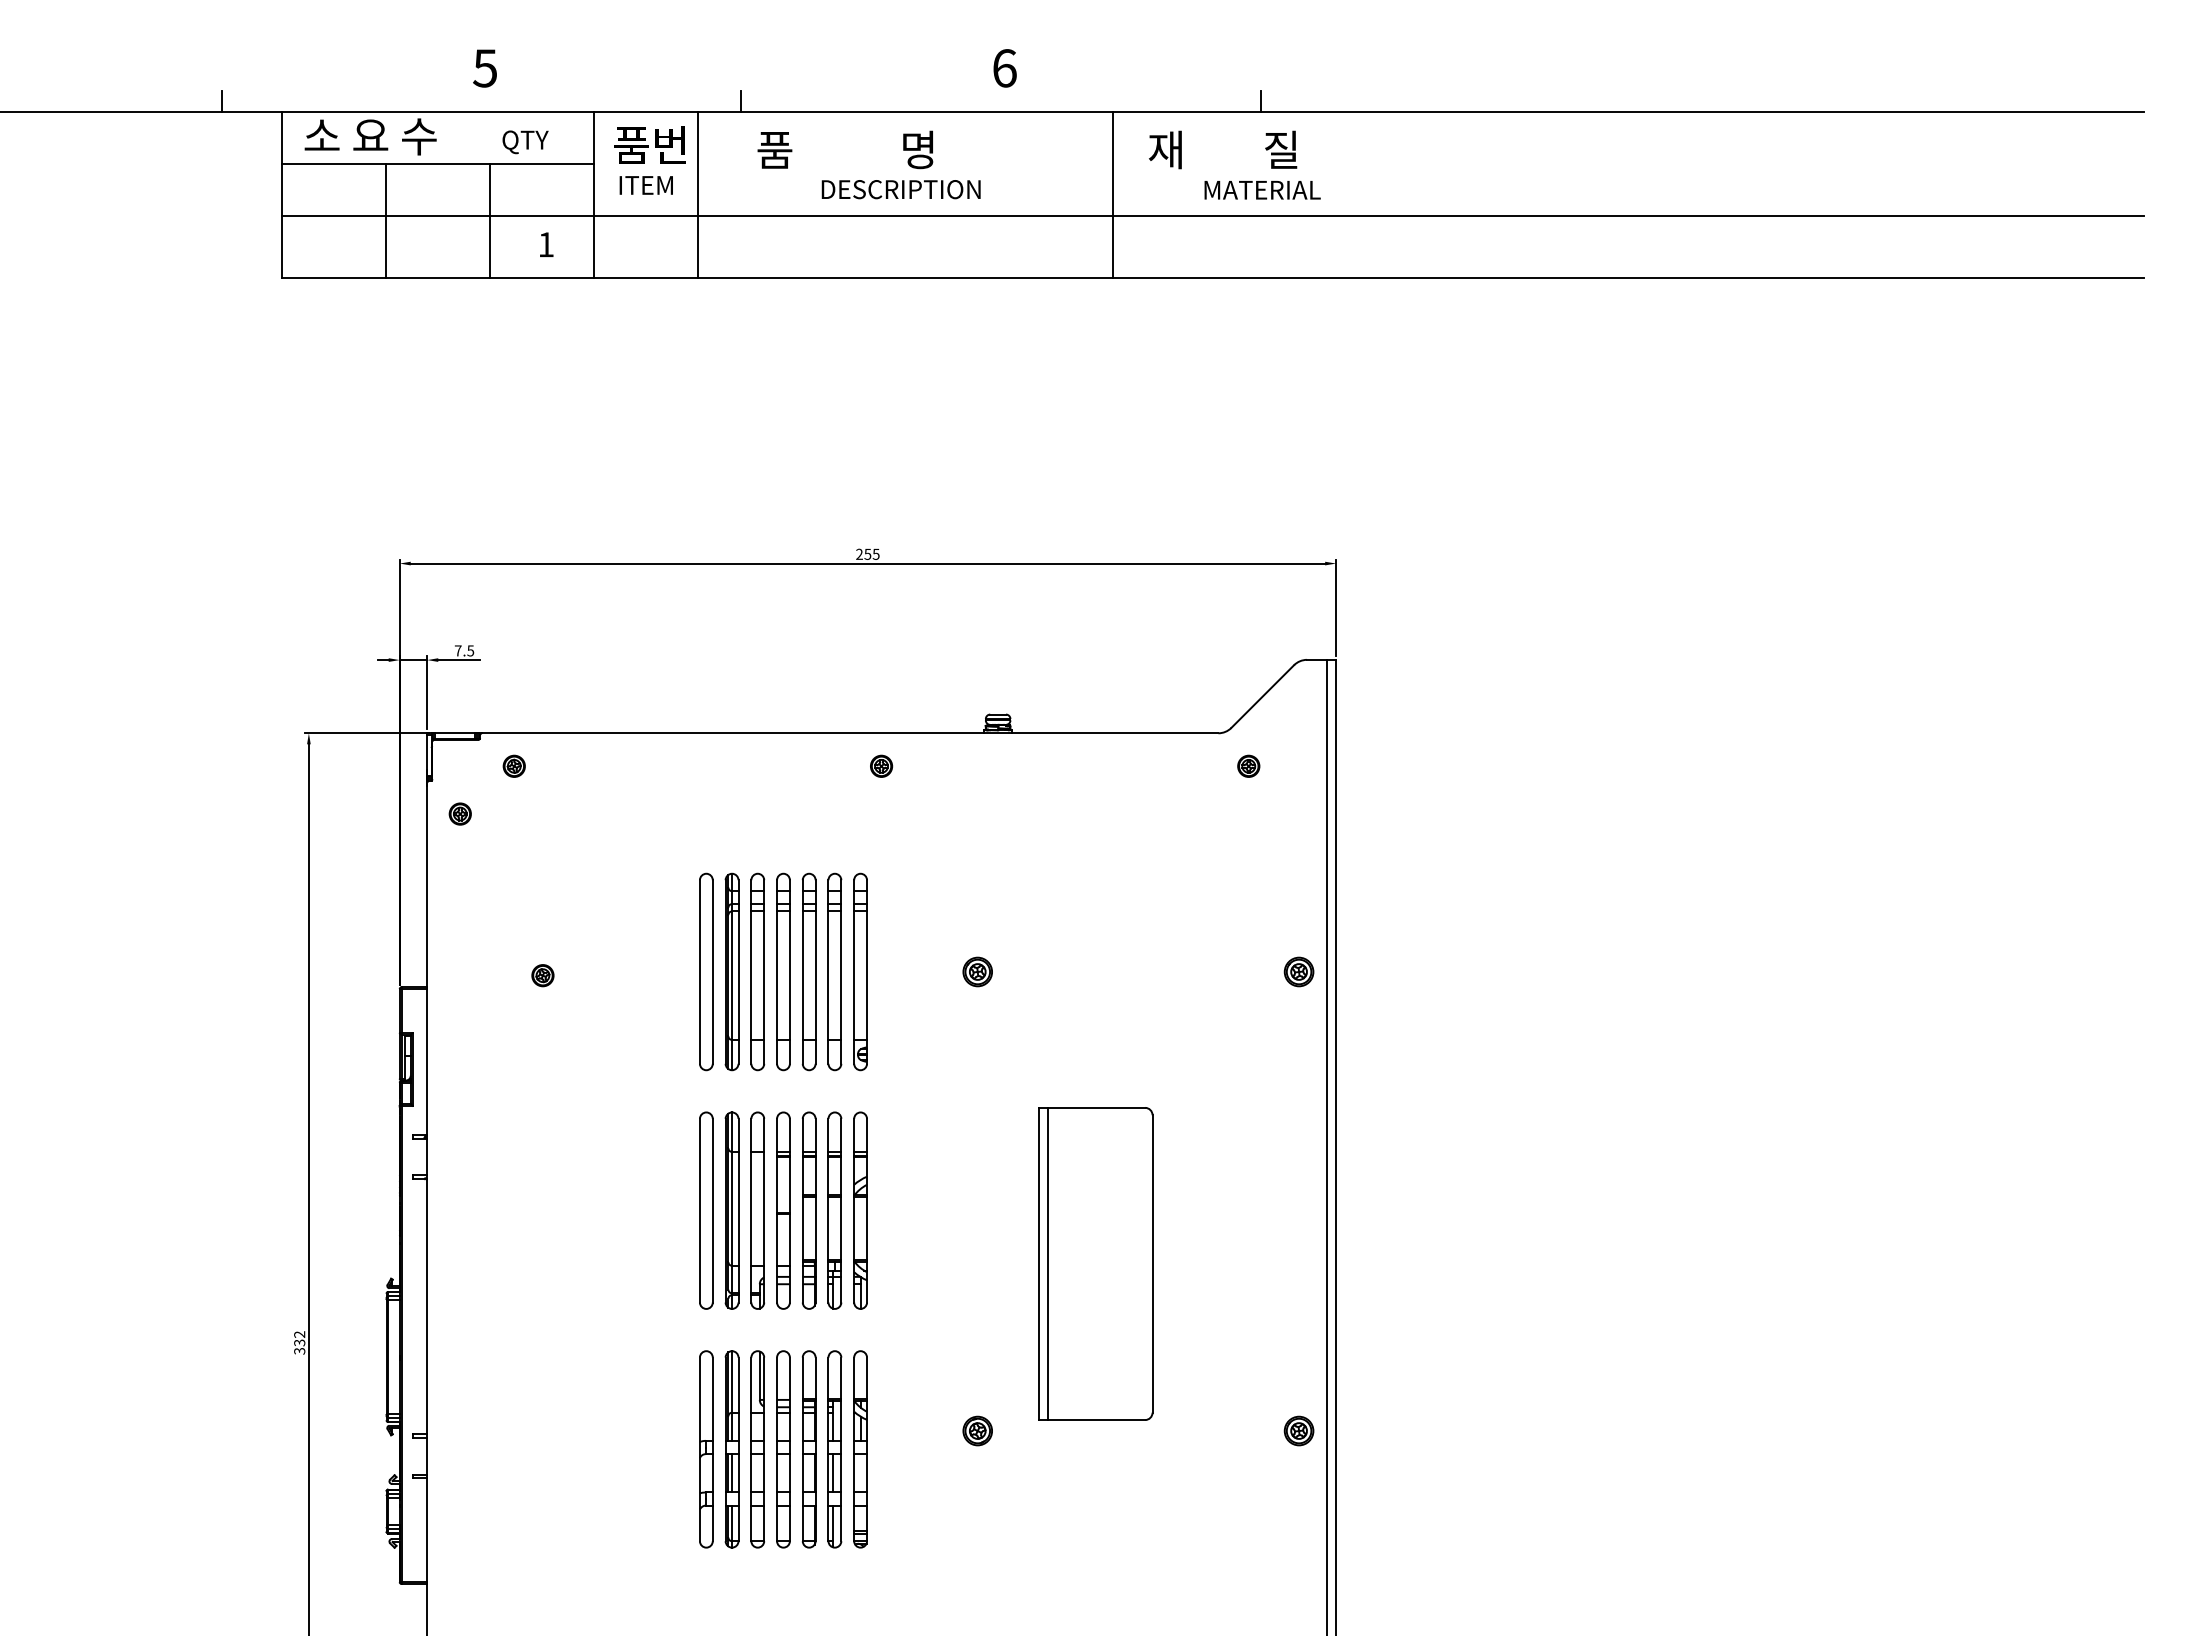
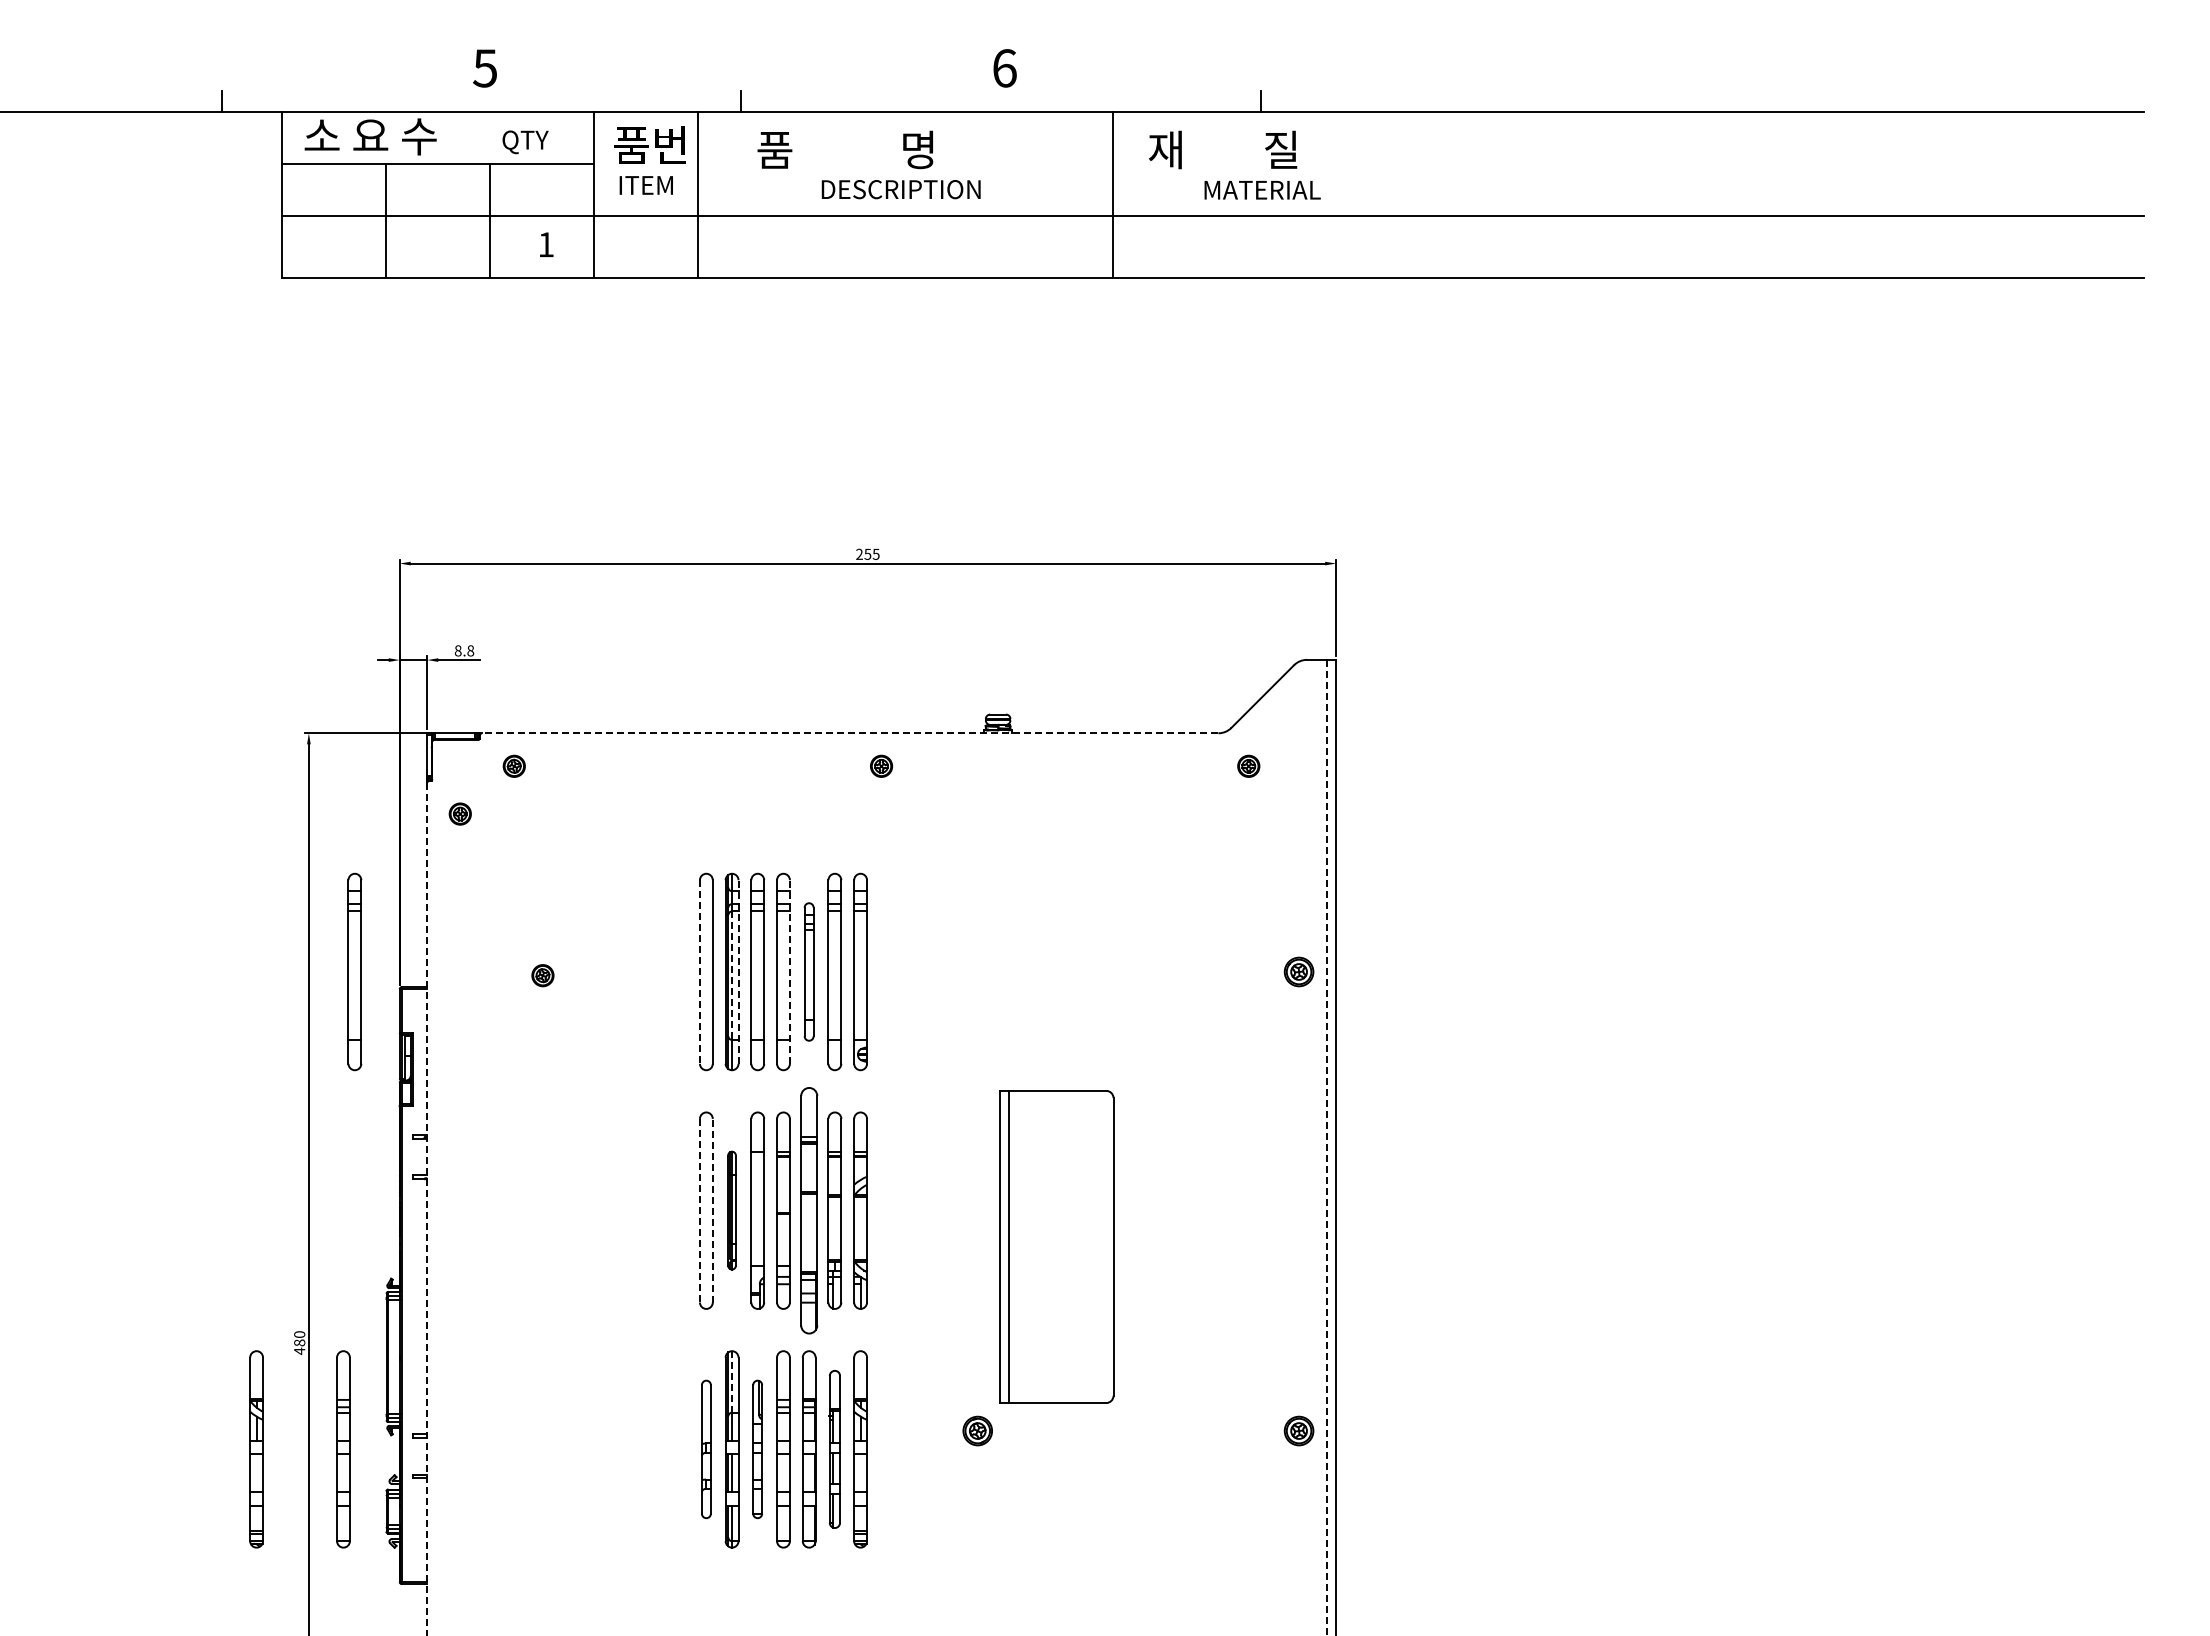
text at (464, 650): 7.5 -> 8.8
line at (849, 733): solid -> dashed
part at (354, 971): none -> present
part at (808, 971) size: 16x200 px -> 12x140 px
part at (977, 971): present -> none
line at (699, 972): solid -> dashed
line at (738, 972): solid -> dashed
line at (789, 972): solid -> dashed
line at (732, 976): solid -> dashed
line at (1326, 1147): solid -> dashed
line at (427, 1209): solid -> dashed
line at (699, 1210): solid -> dashed
line at (712, 1210): solid -> dashed
part at (731, 1210) size: 16x199 px -> 10x121 px
part at (808, 1210) size: 16x199 px -> 19x248 px
part at (1095, 1263) position: (1095, 1263) -> (1056, 1246)
text at (299, 1343): 332 -> 480
line at (732, 1381): solid -> dashed
part at (256, 1449): none -> present
part at (343, 1449): none -> present
part at (706, 1449) size: 15x199 px -> 11x141 px
part at (757, 1449) size: 15x199 px -> 12x141 px
part at (834, 1449) size: 16x199 px -> 13x159 px
